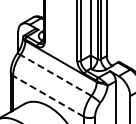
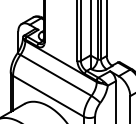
line at (56, 75): dashed -> solid
line at (48, 96): dashed -> solid
